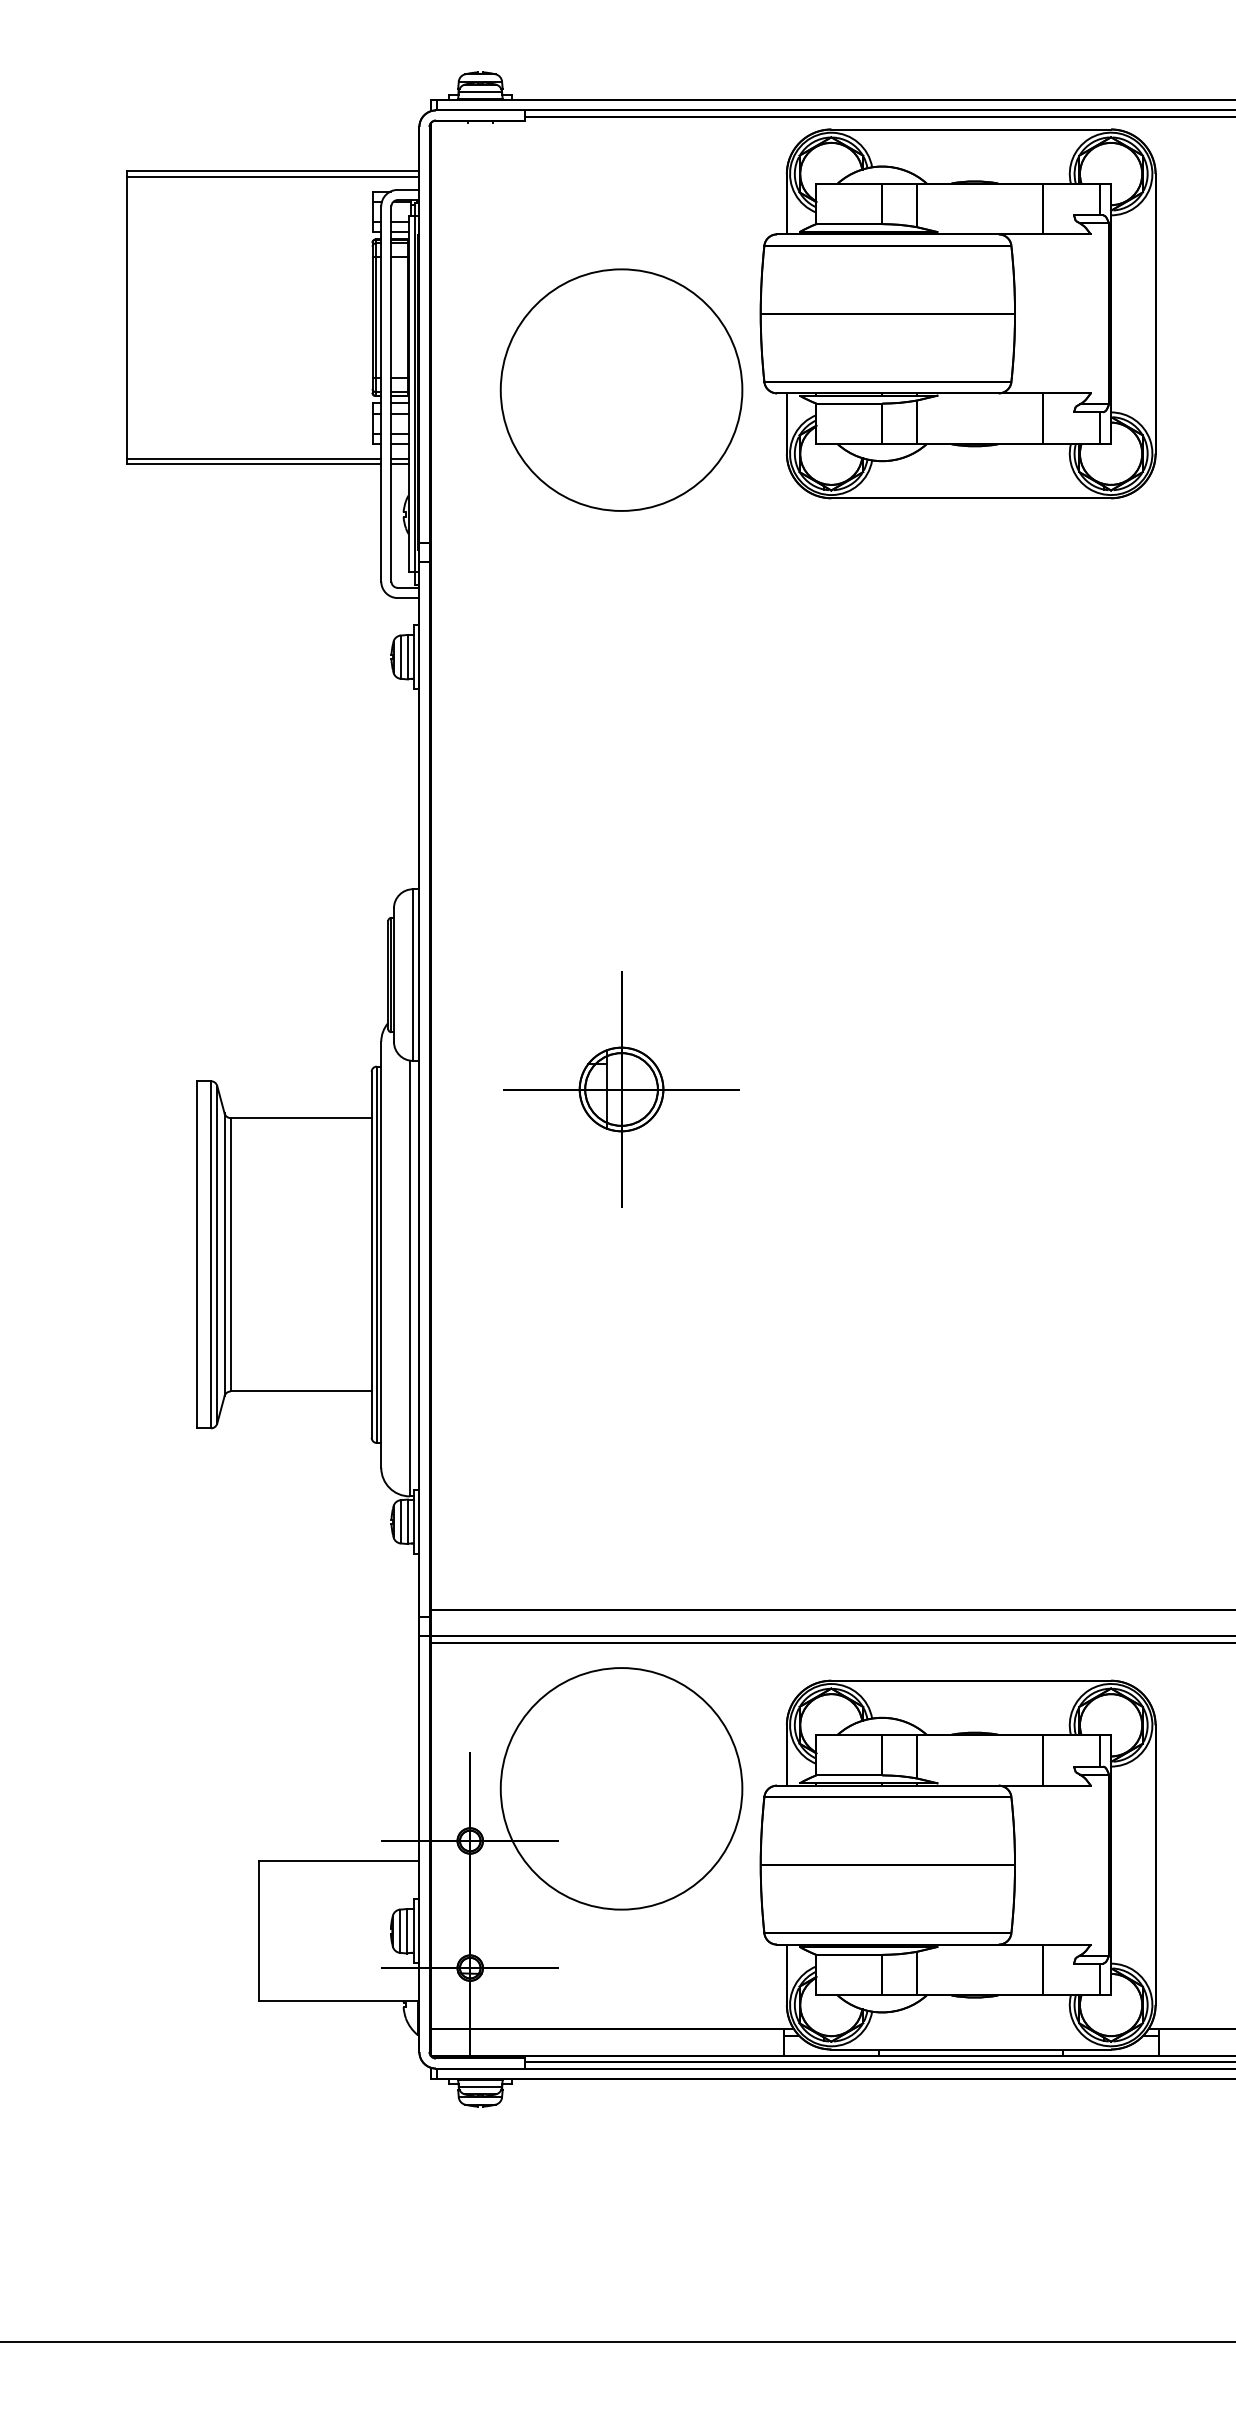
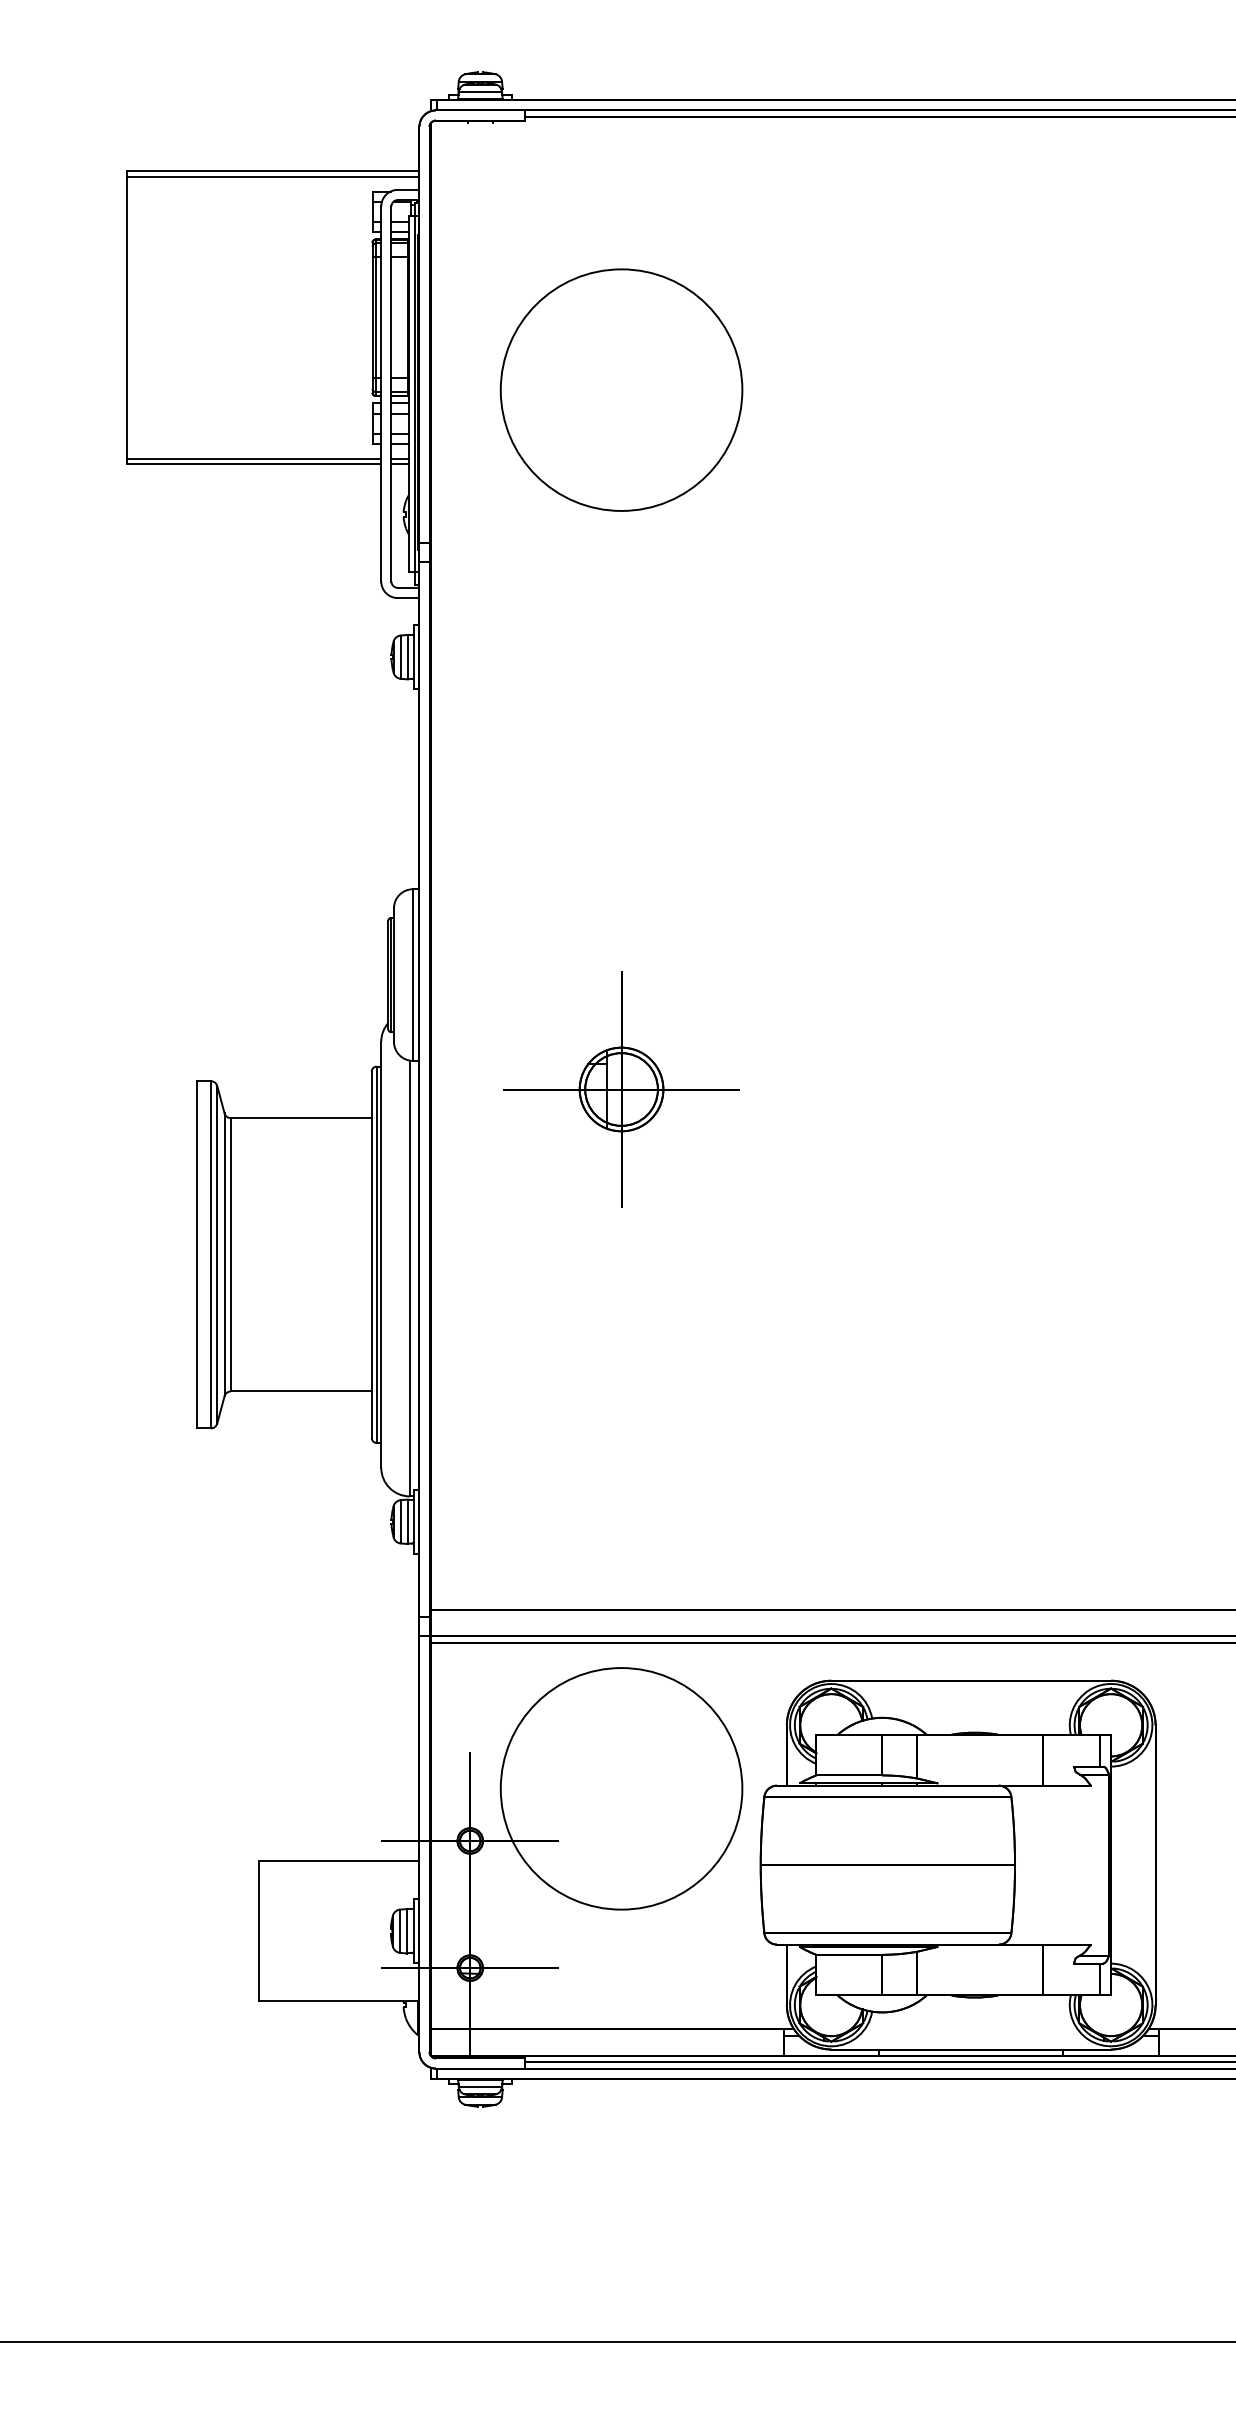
part at (957, 313): present -> none
